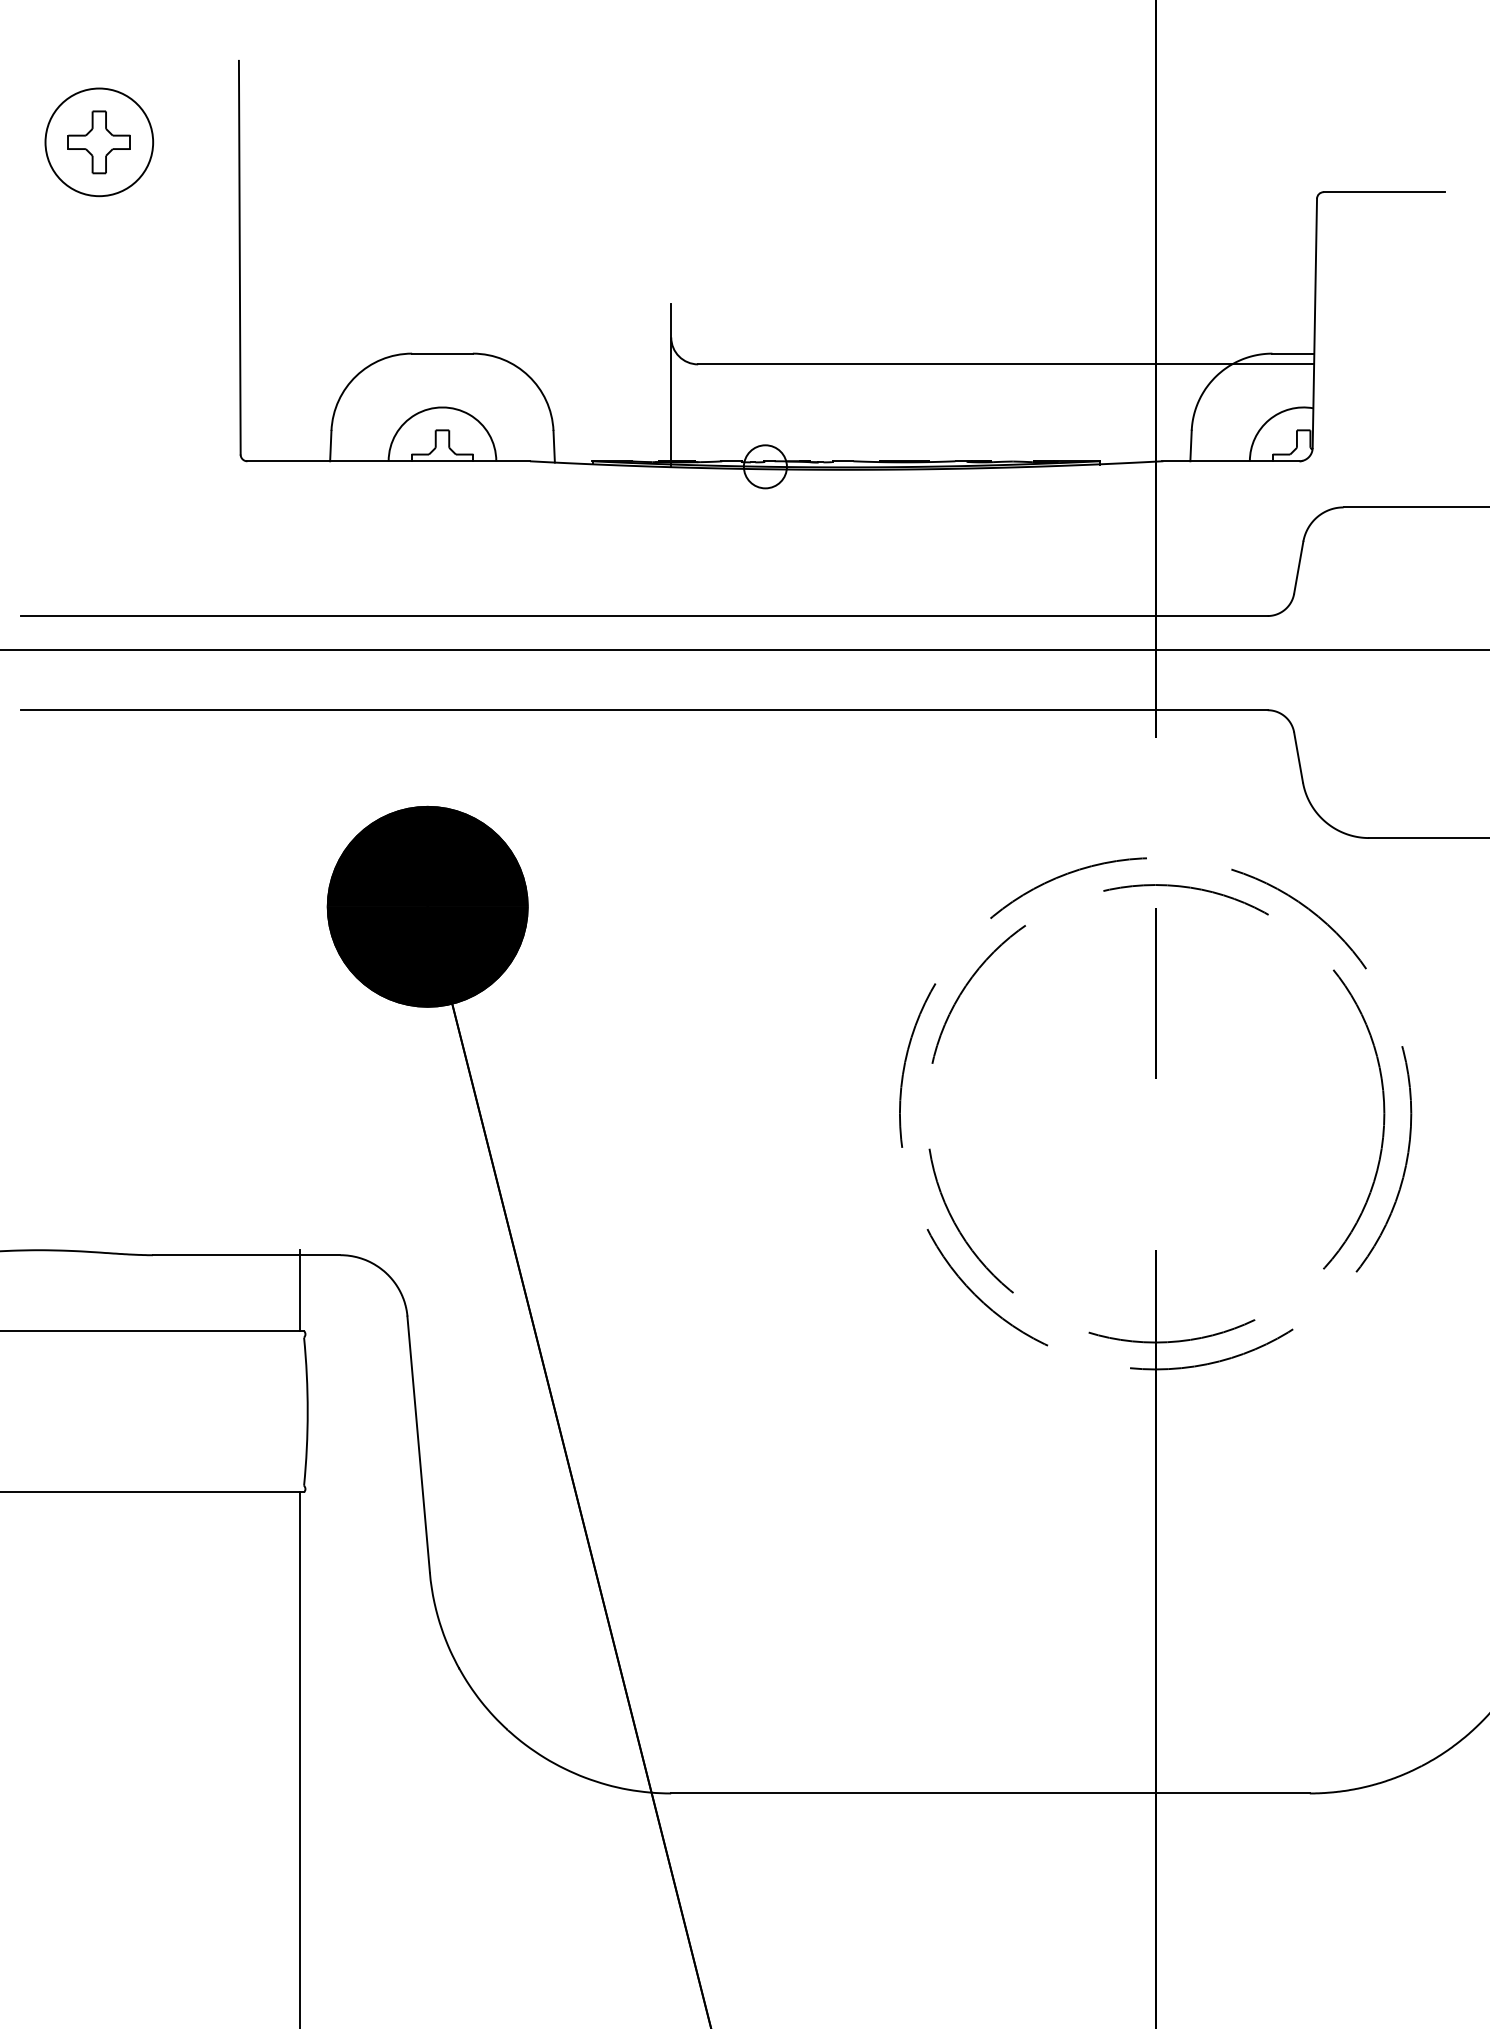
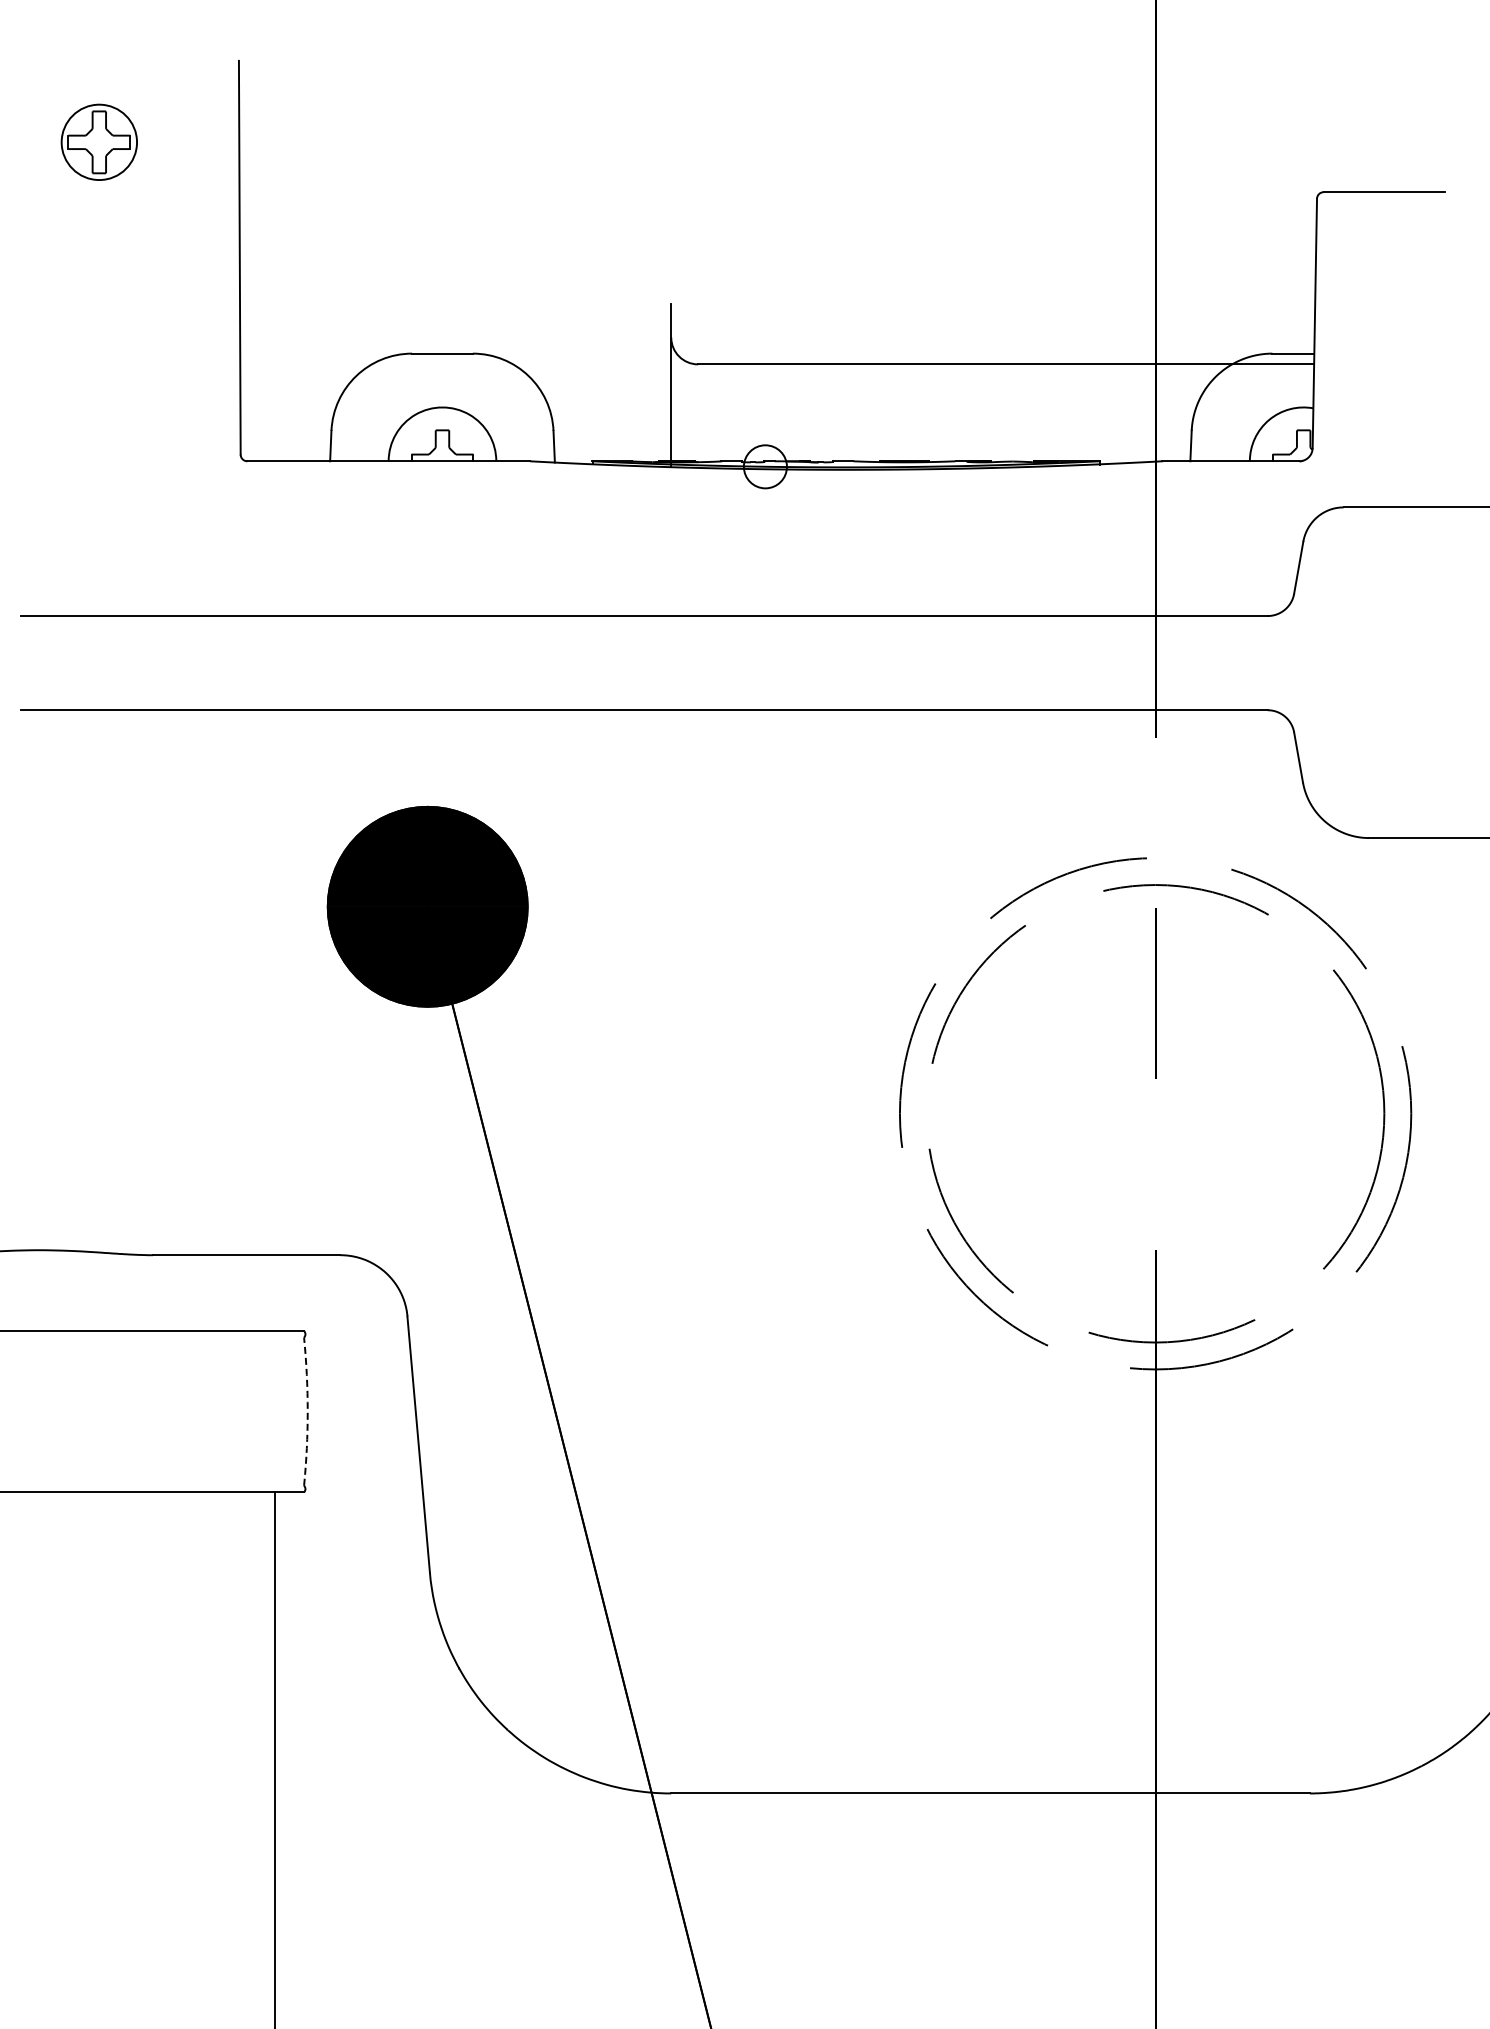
circle at (99, 142) diameter: 108 px -> 75 px
line at (744, 649): present -> none
line at (299, 1290): present -> none
arc at (307, 1411): solid -> dashed
line at (299, 1758) position: (299, 1758) -> (274, 1758)
